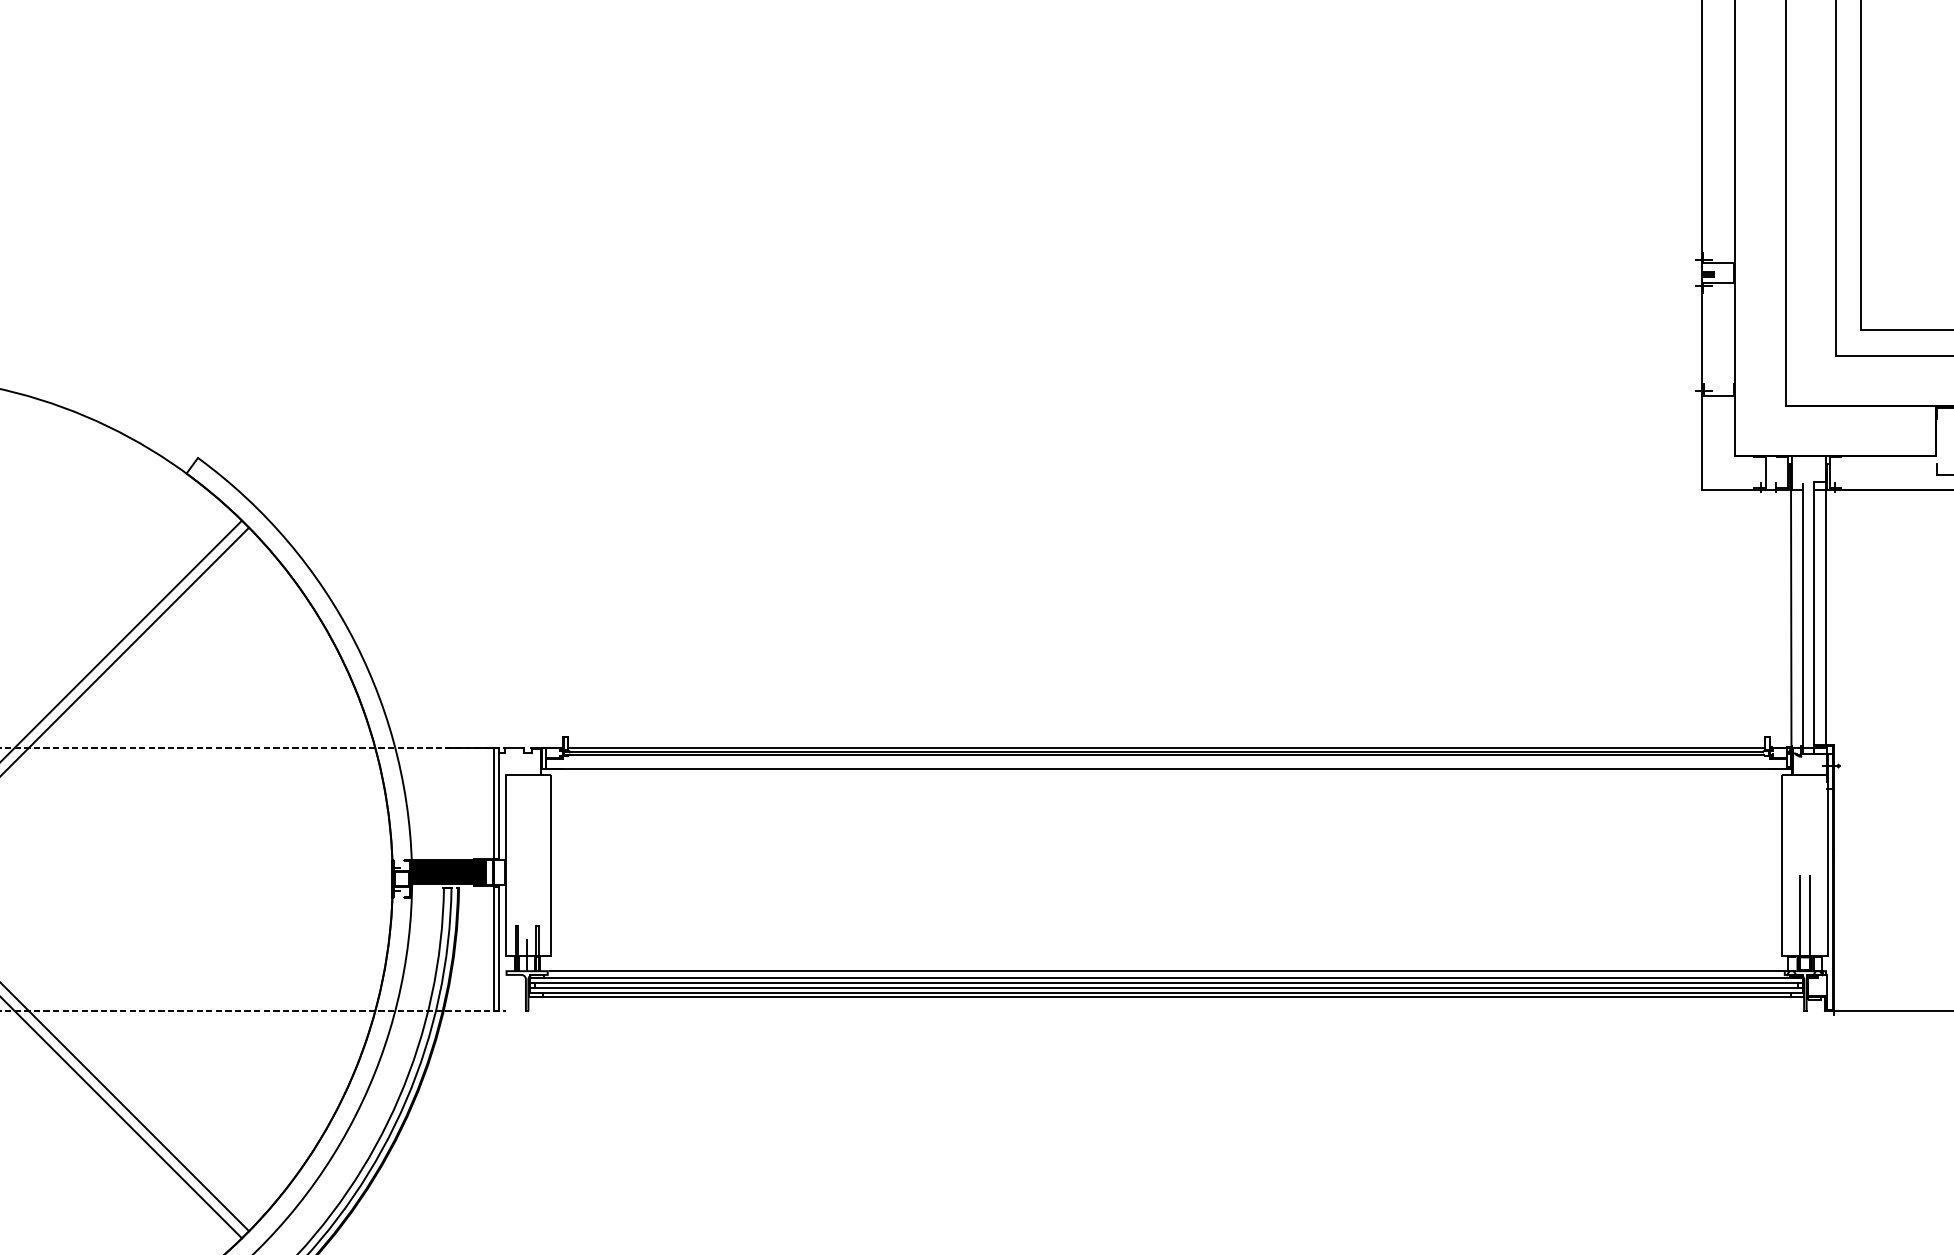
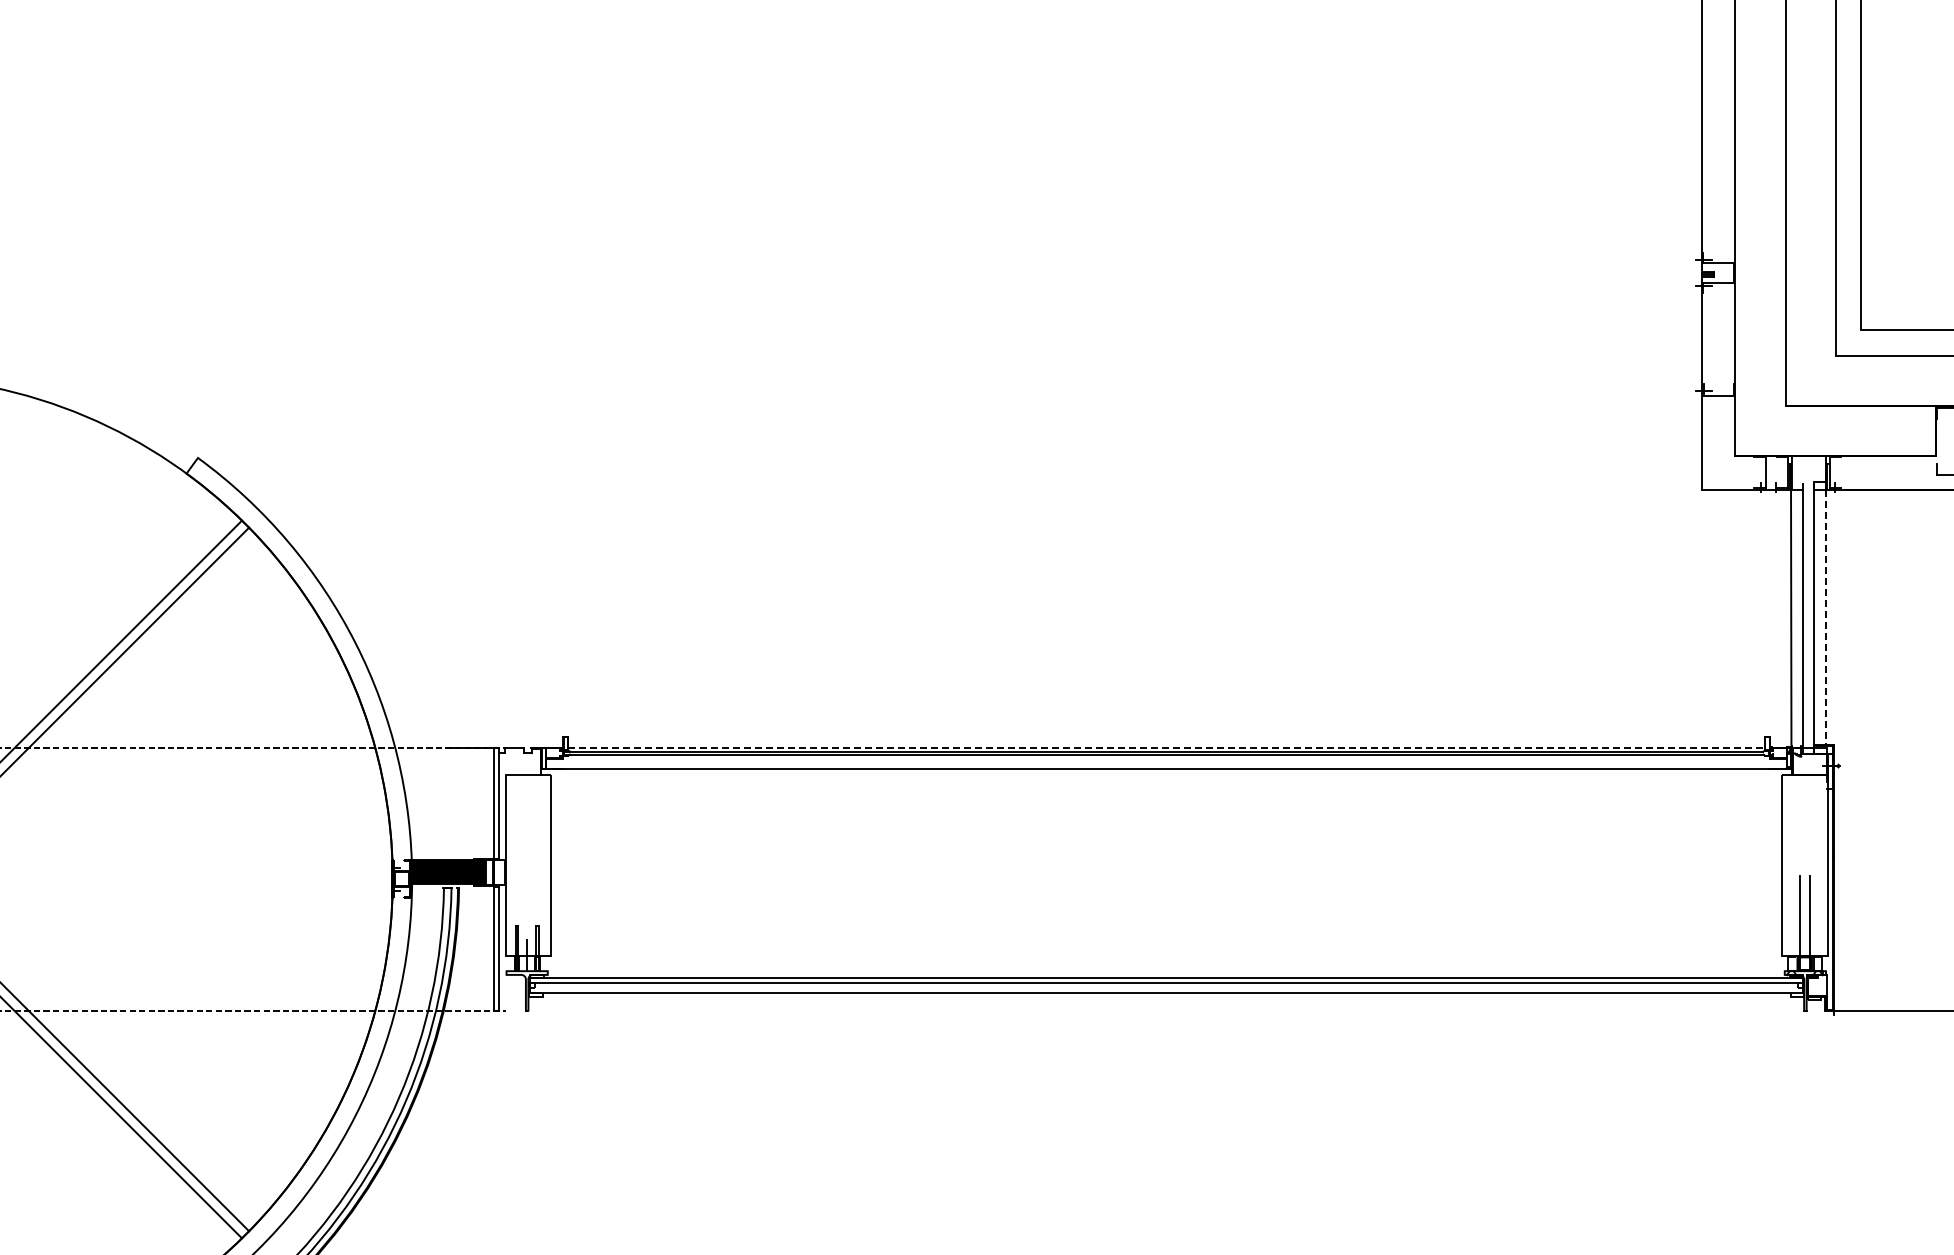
line at (1826, 618): solid -> dashed
line at (1167, 747): solid -> dashed
line at (1166, 971): present -> none
line at (1164, 988): present -> none
line at (1160, 996): present -> none
